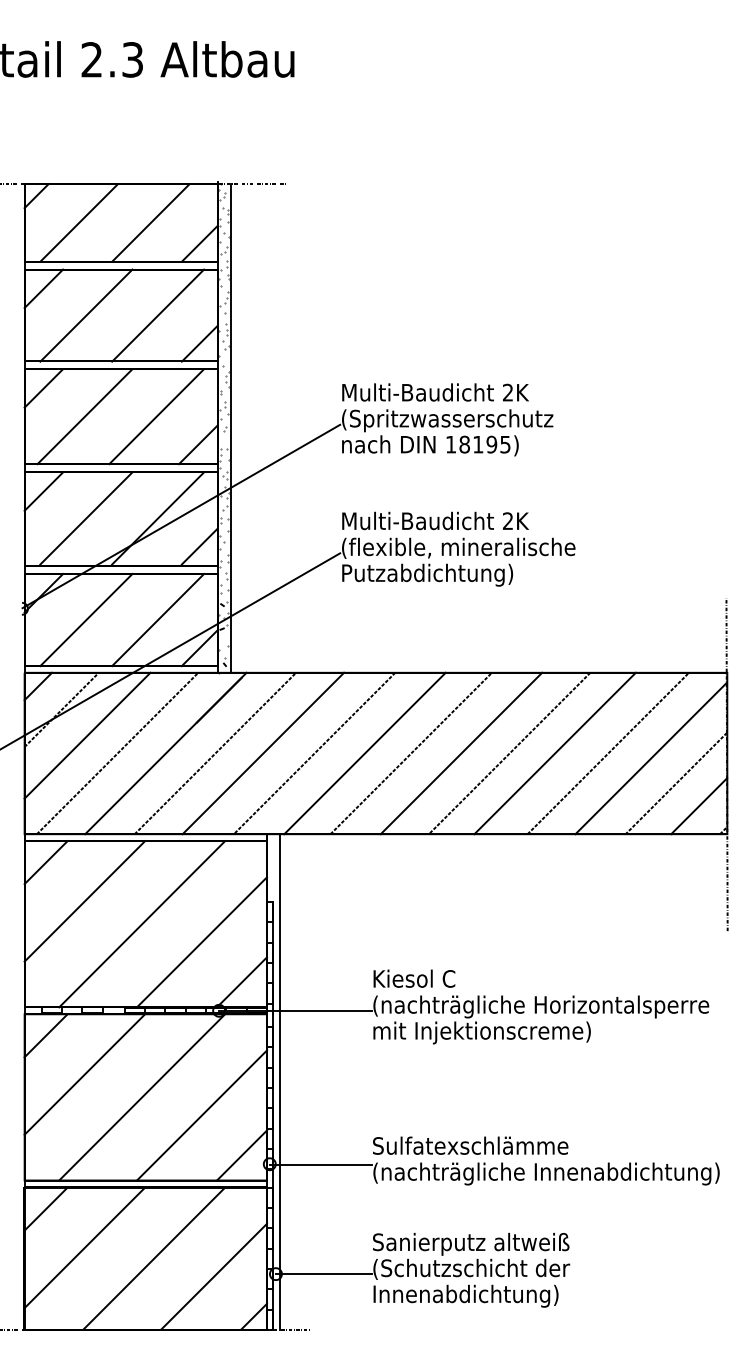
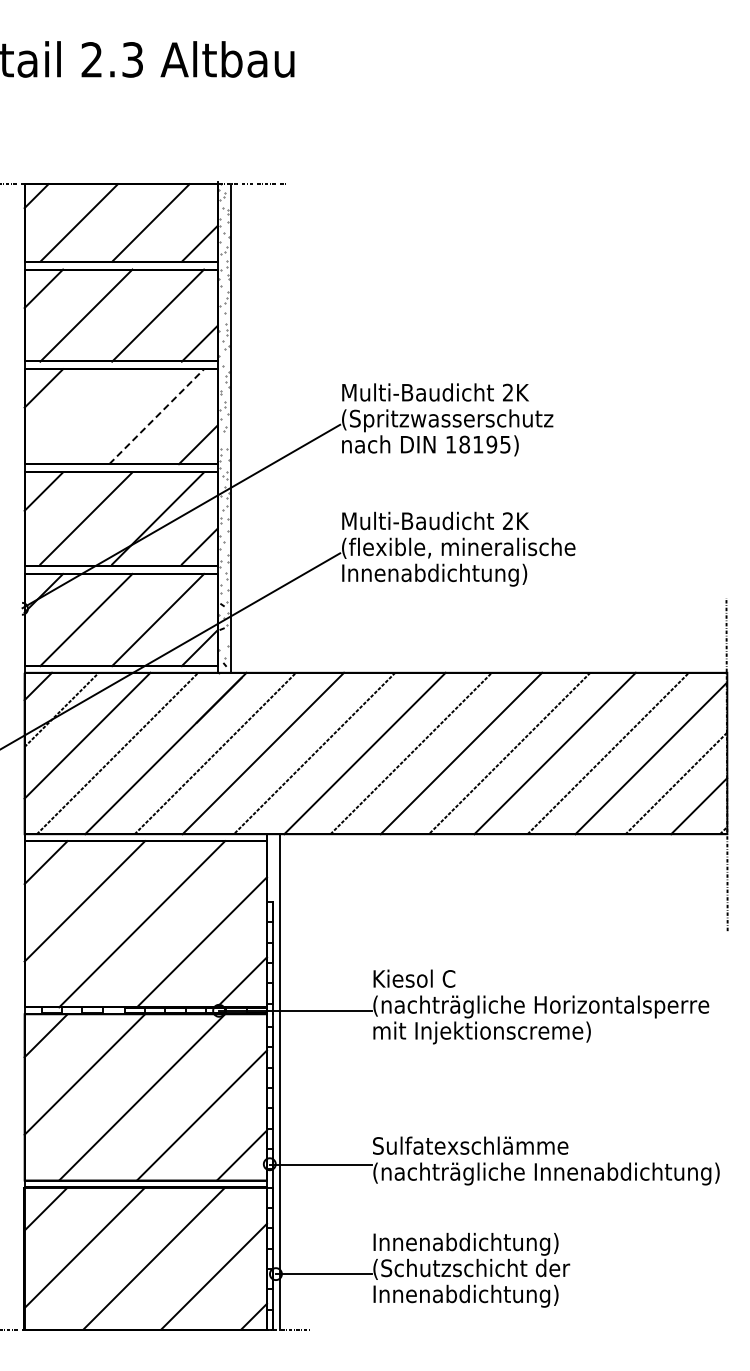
line at (84, 416): present -> none
line at (157, 416): solid -> dashed
text at (435, 574): Putzabdichtung) -> Innenabdichtung)
text at (471, 1243): Sanierputz altweiß -> Innenabdichtung)
